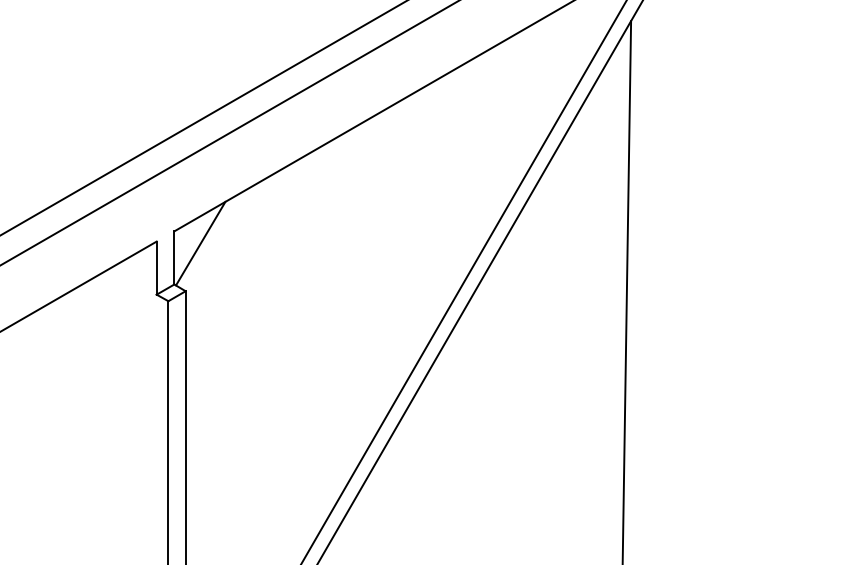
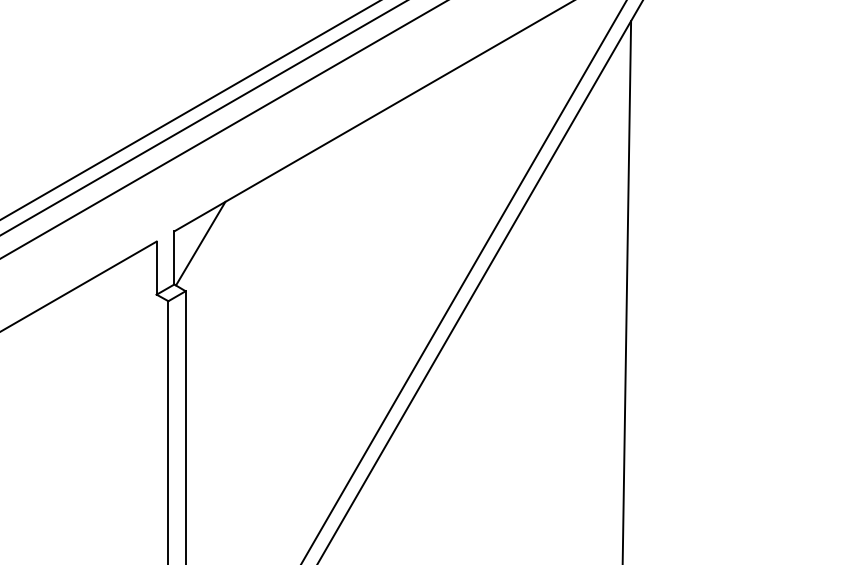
line at (189, 110): none -> present
line at (229, 133) position: (229, 133) -> (223, 129)
